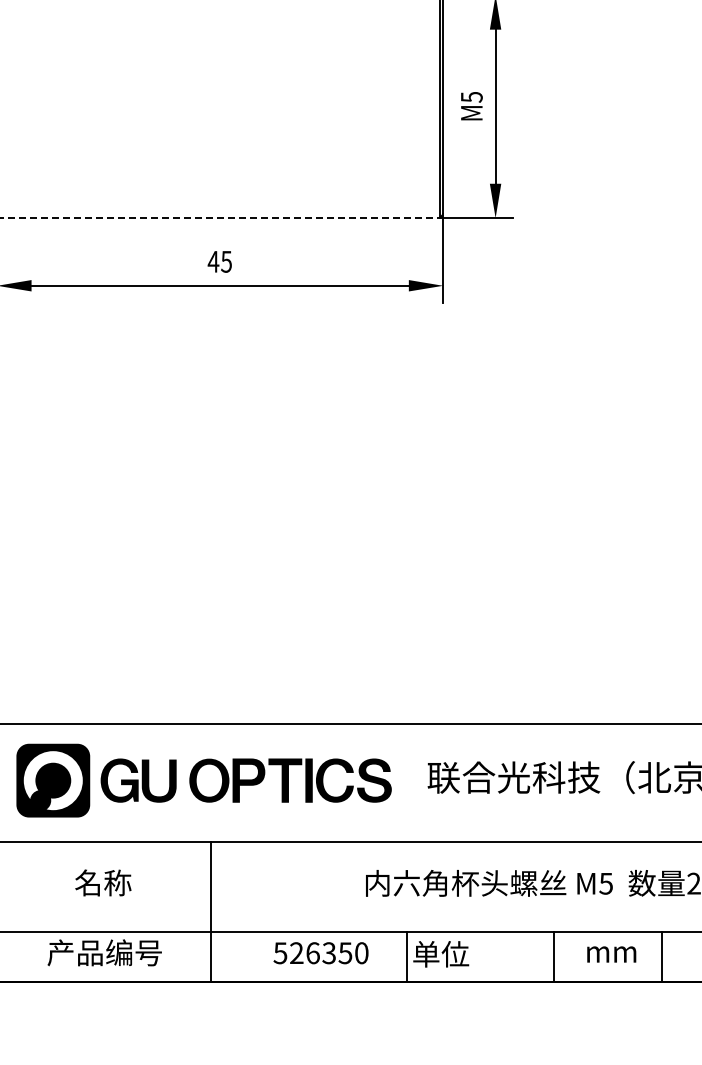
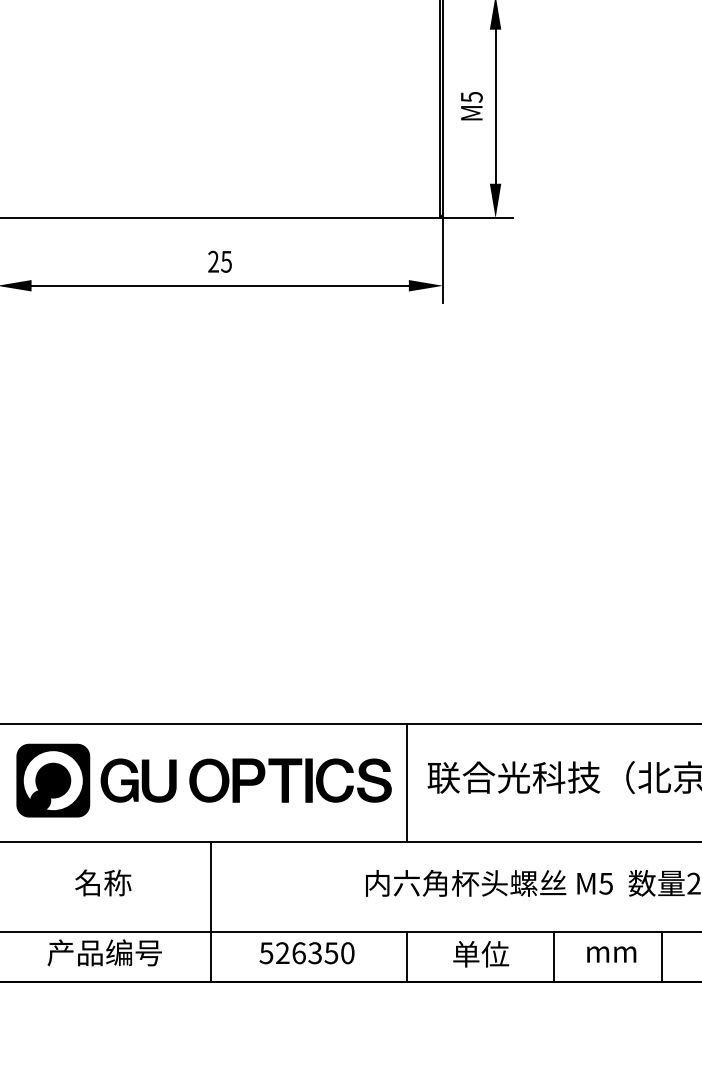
line at (219, 218): dashed -> solid
text at (213, 261): 45 -> 25
line at (407, 782): none -> present
text at (320, 953) position: (320, 953) -> (306, 953)
text at (441, 954) position: (441, 954) -> (481, 954)
